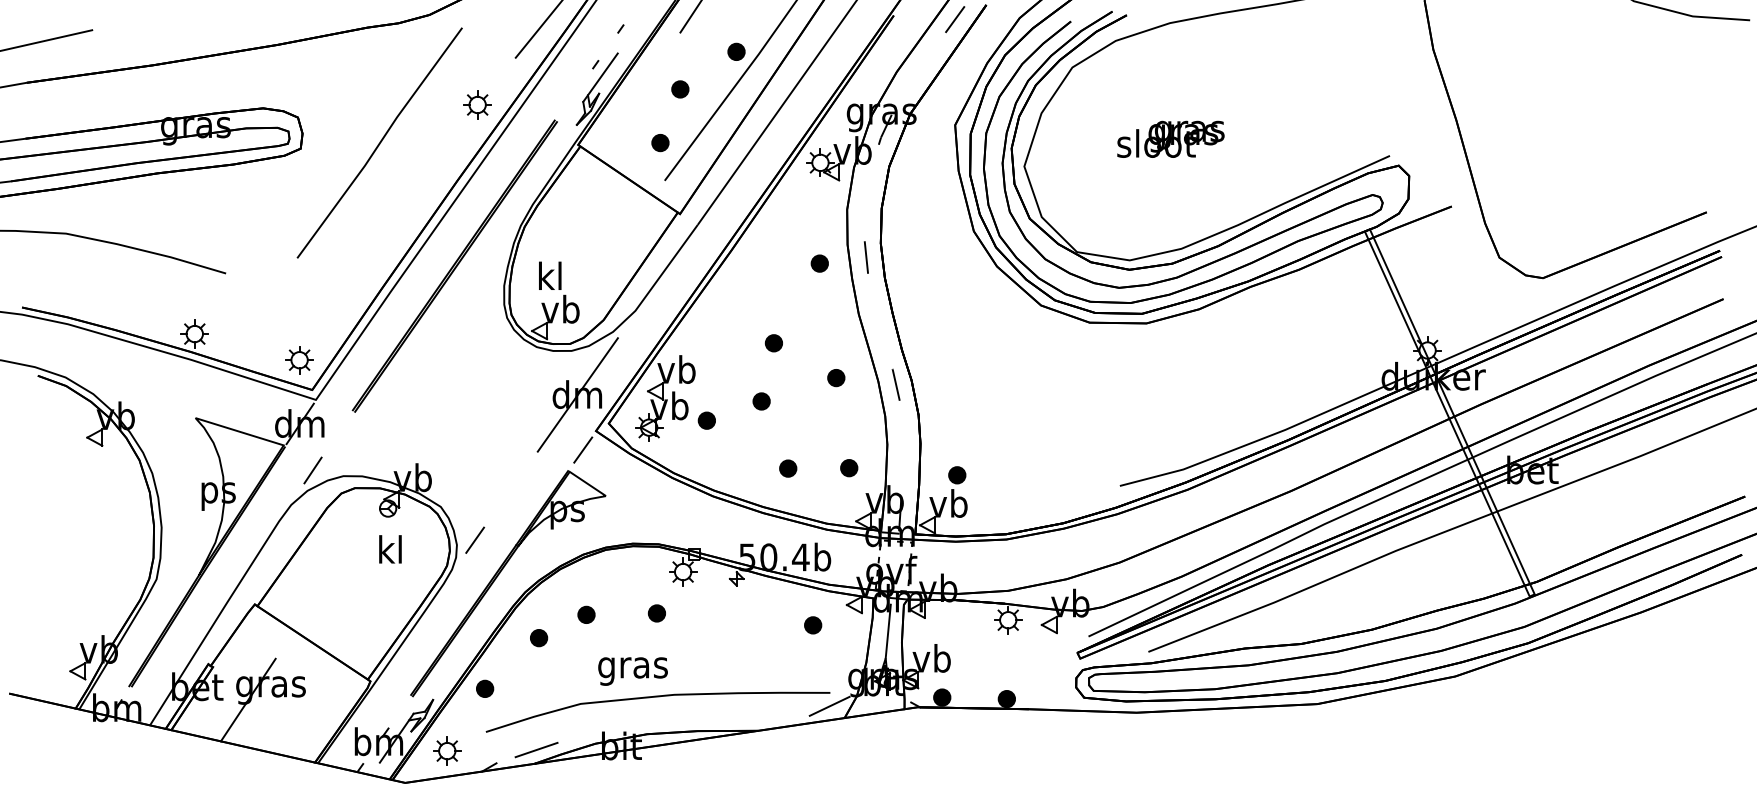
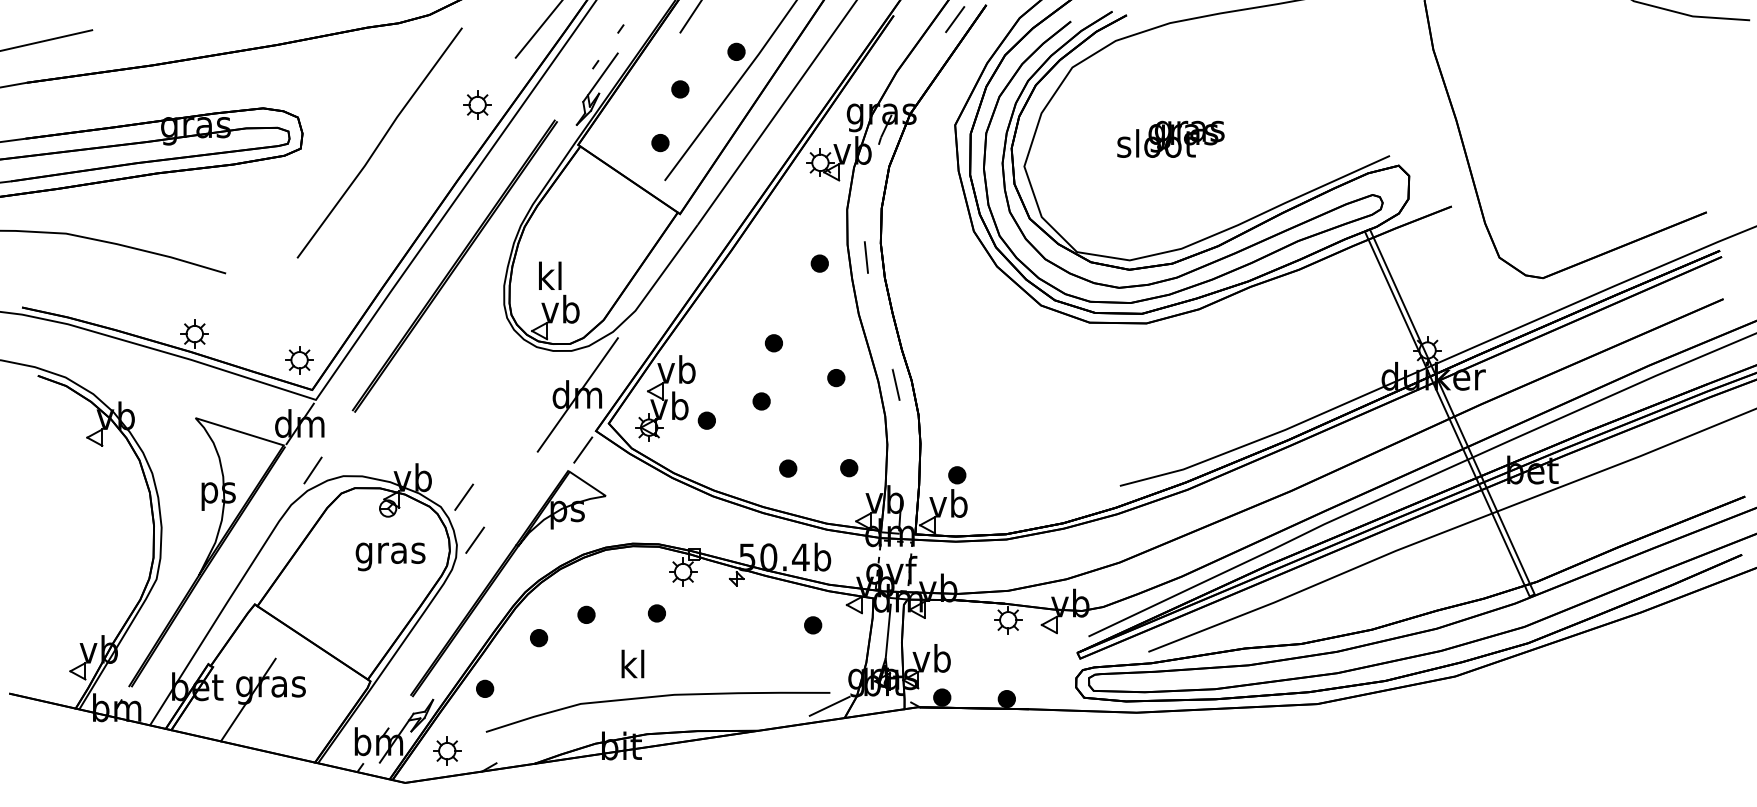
line at (464, 496): none -> present
text at (390, 553): kl -> gras
text at (632, 667): gras -> kl
line at (536, 749): present -> none
